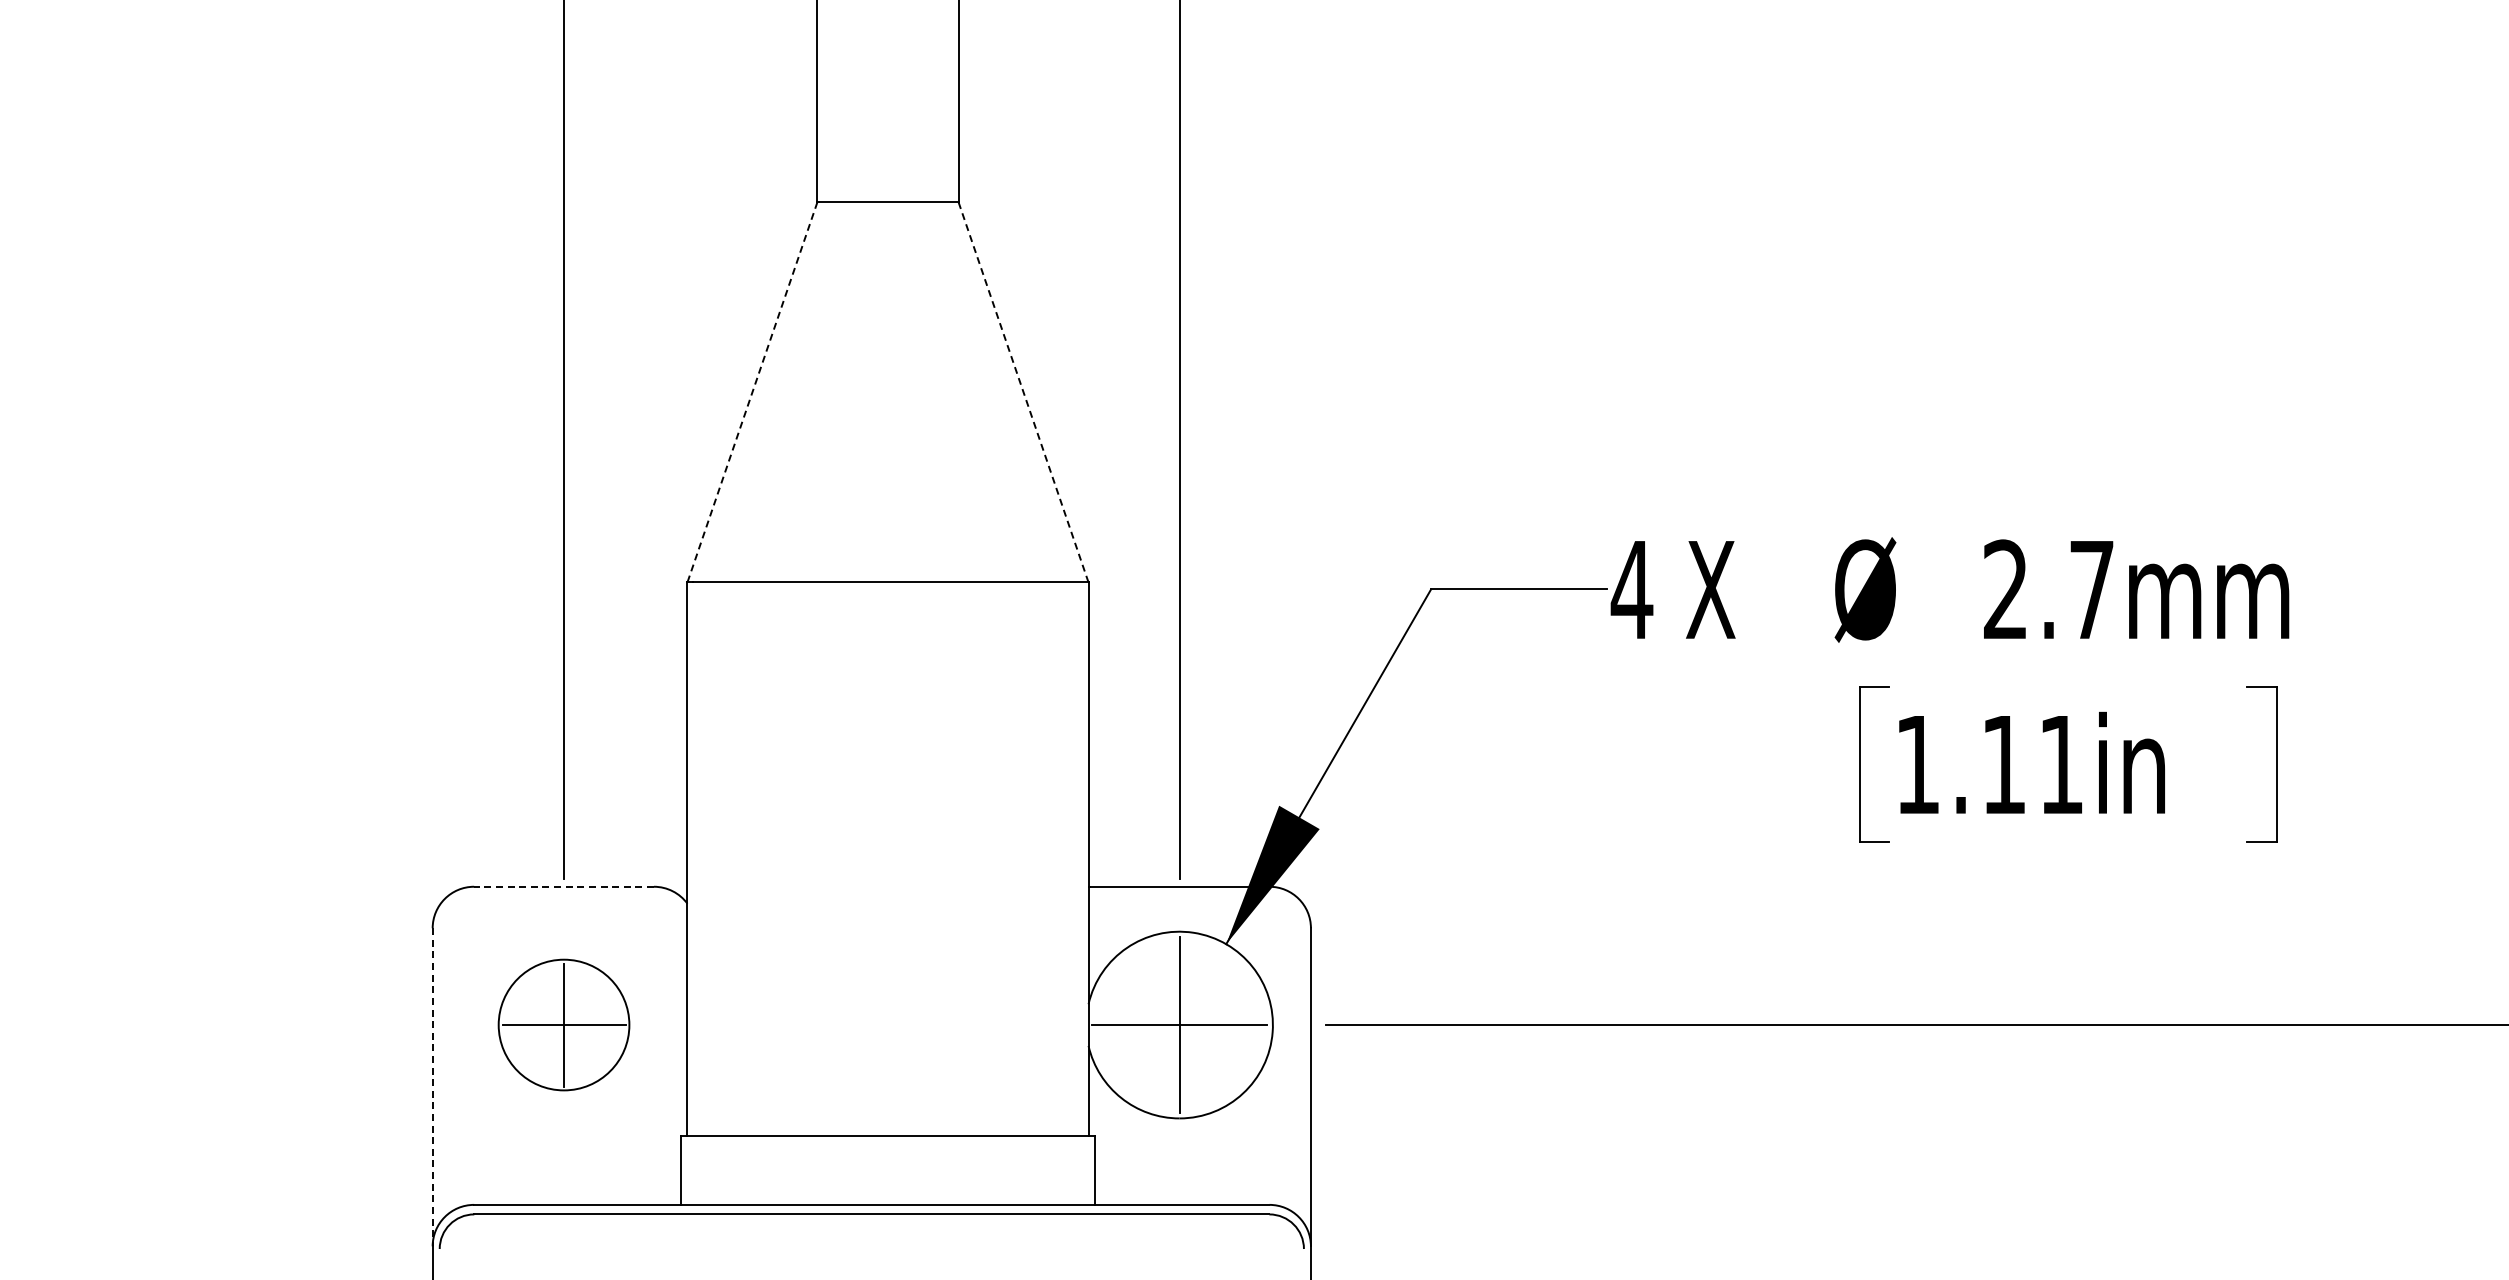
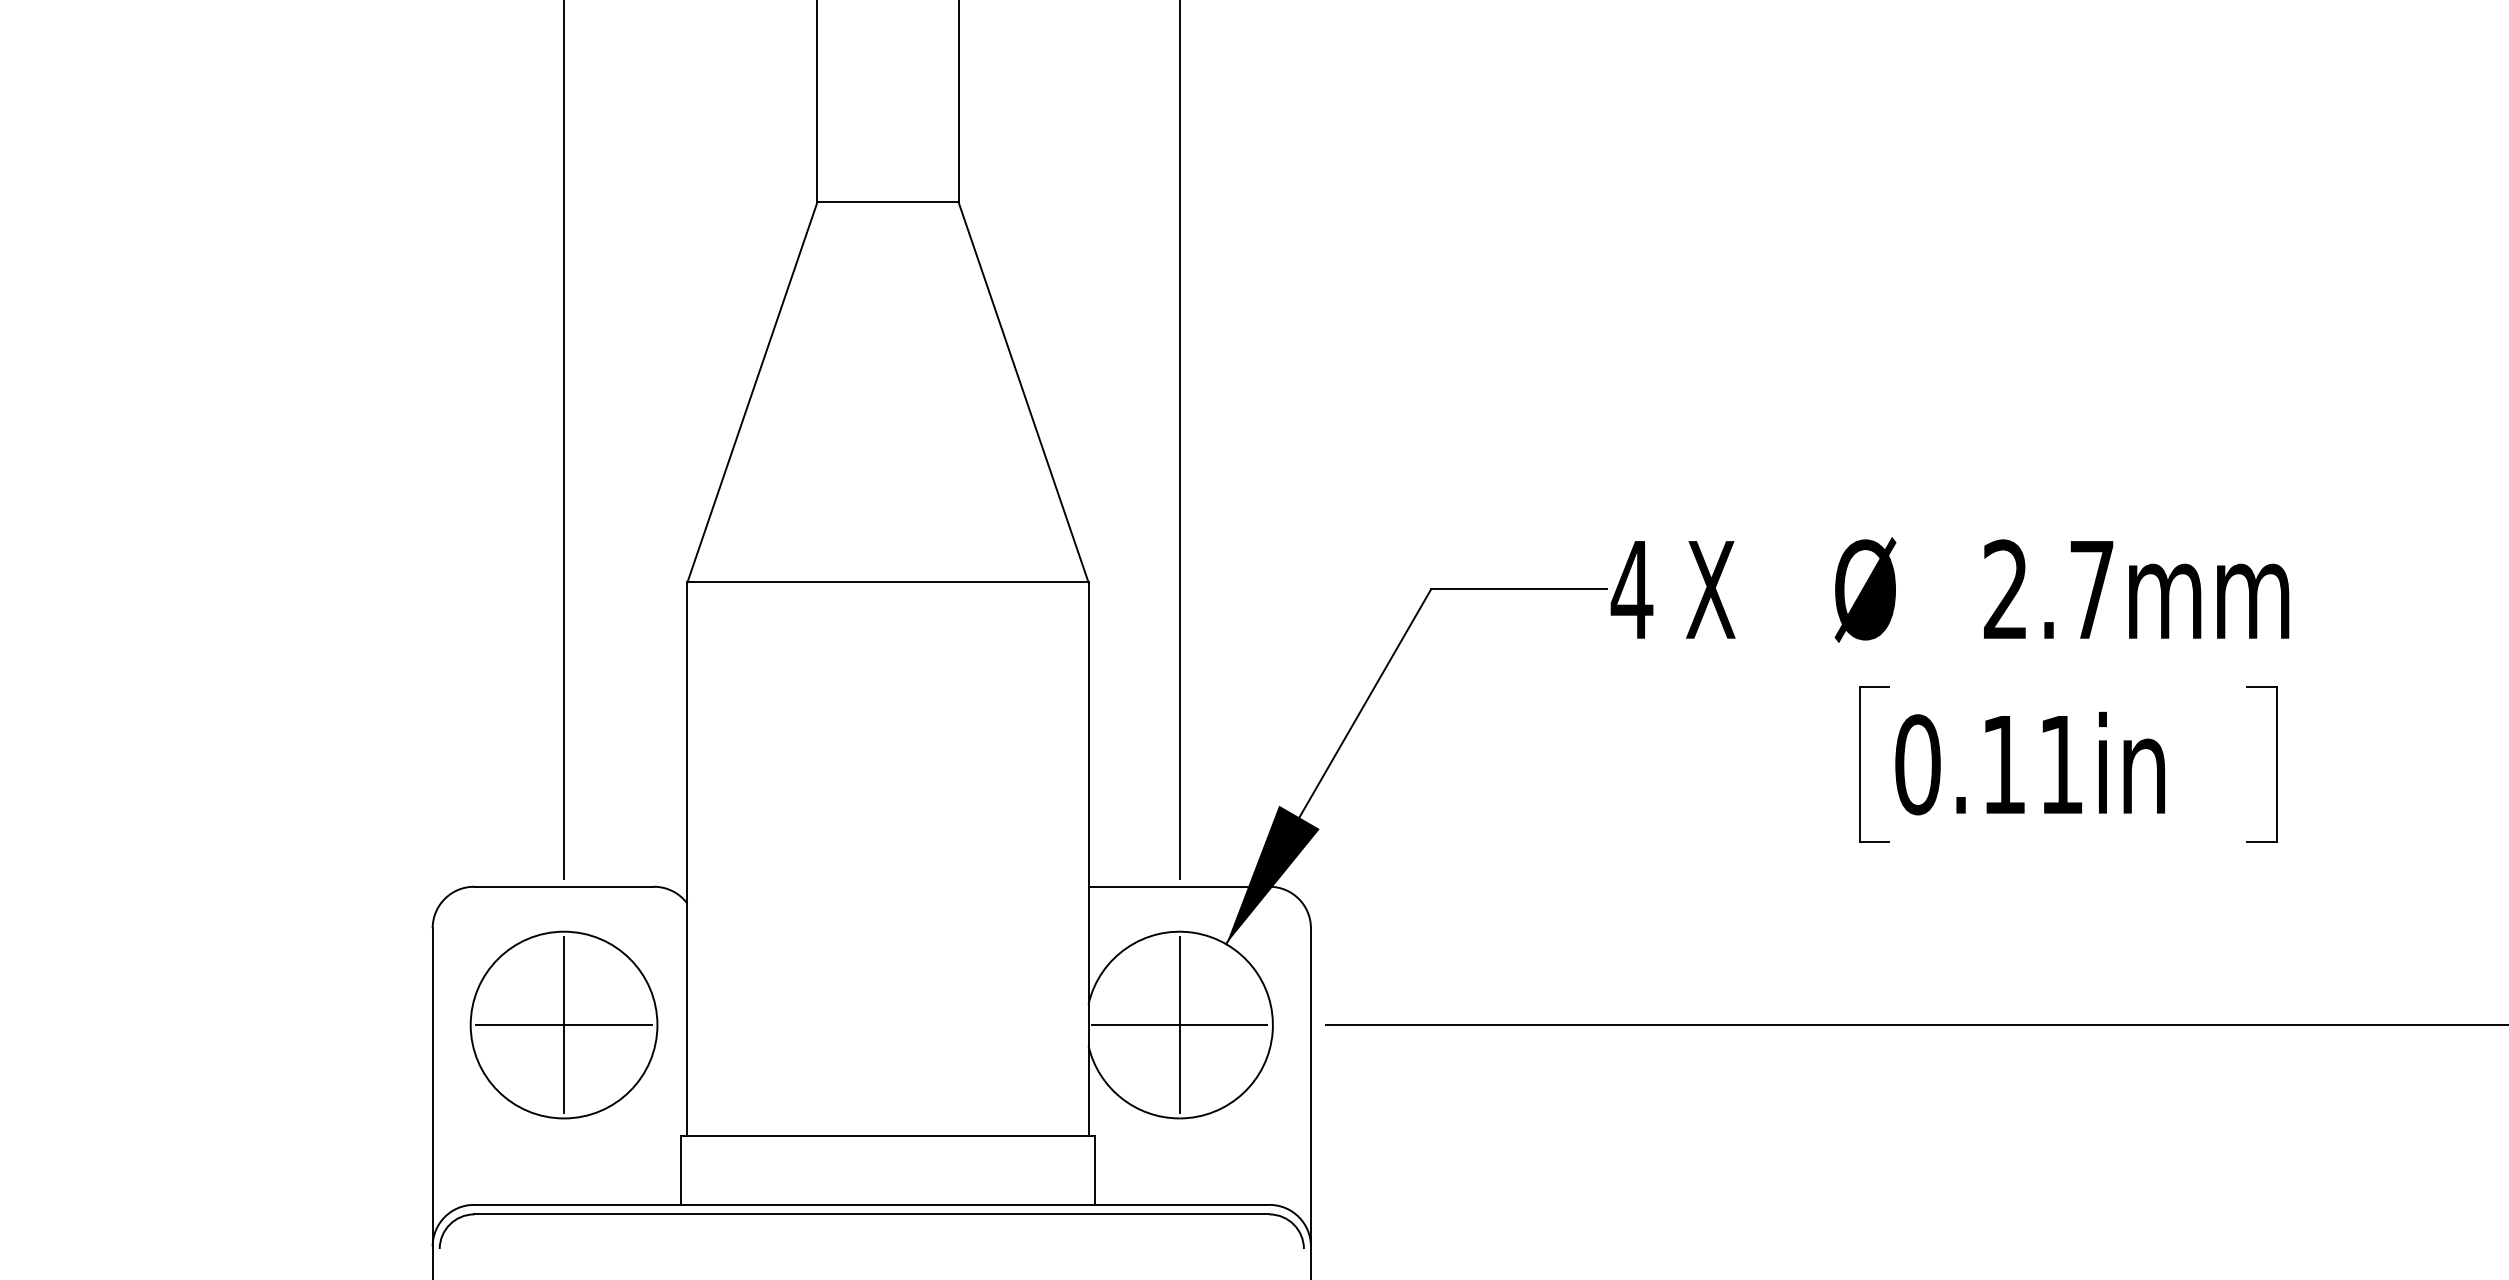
line at (752, 392): dashed -> solid
line at (1023, 392): dashed -> solid
text at (1917, 764): 1.11in -> 0.11in
line at (564, 886): dashed -> solid
part at (563, 1024) size: 134x134 px -> 190x190 px
line at (432, 1087): dashed -> solid
